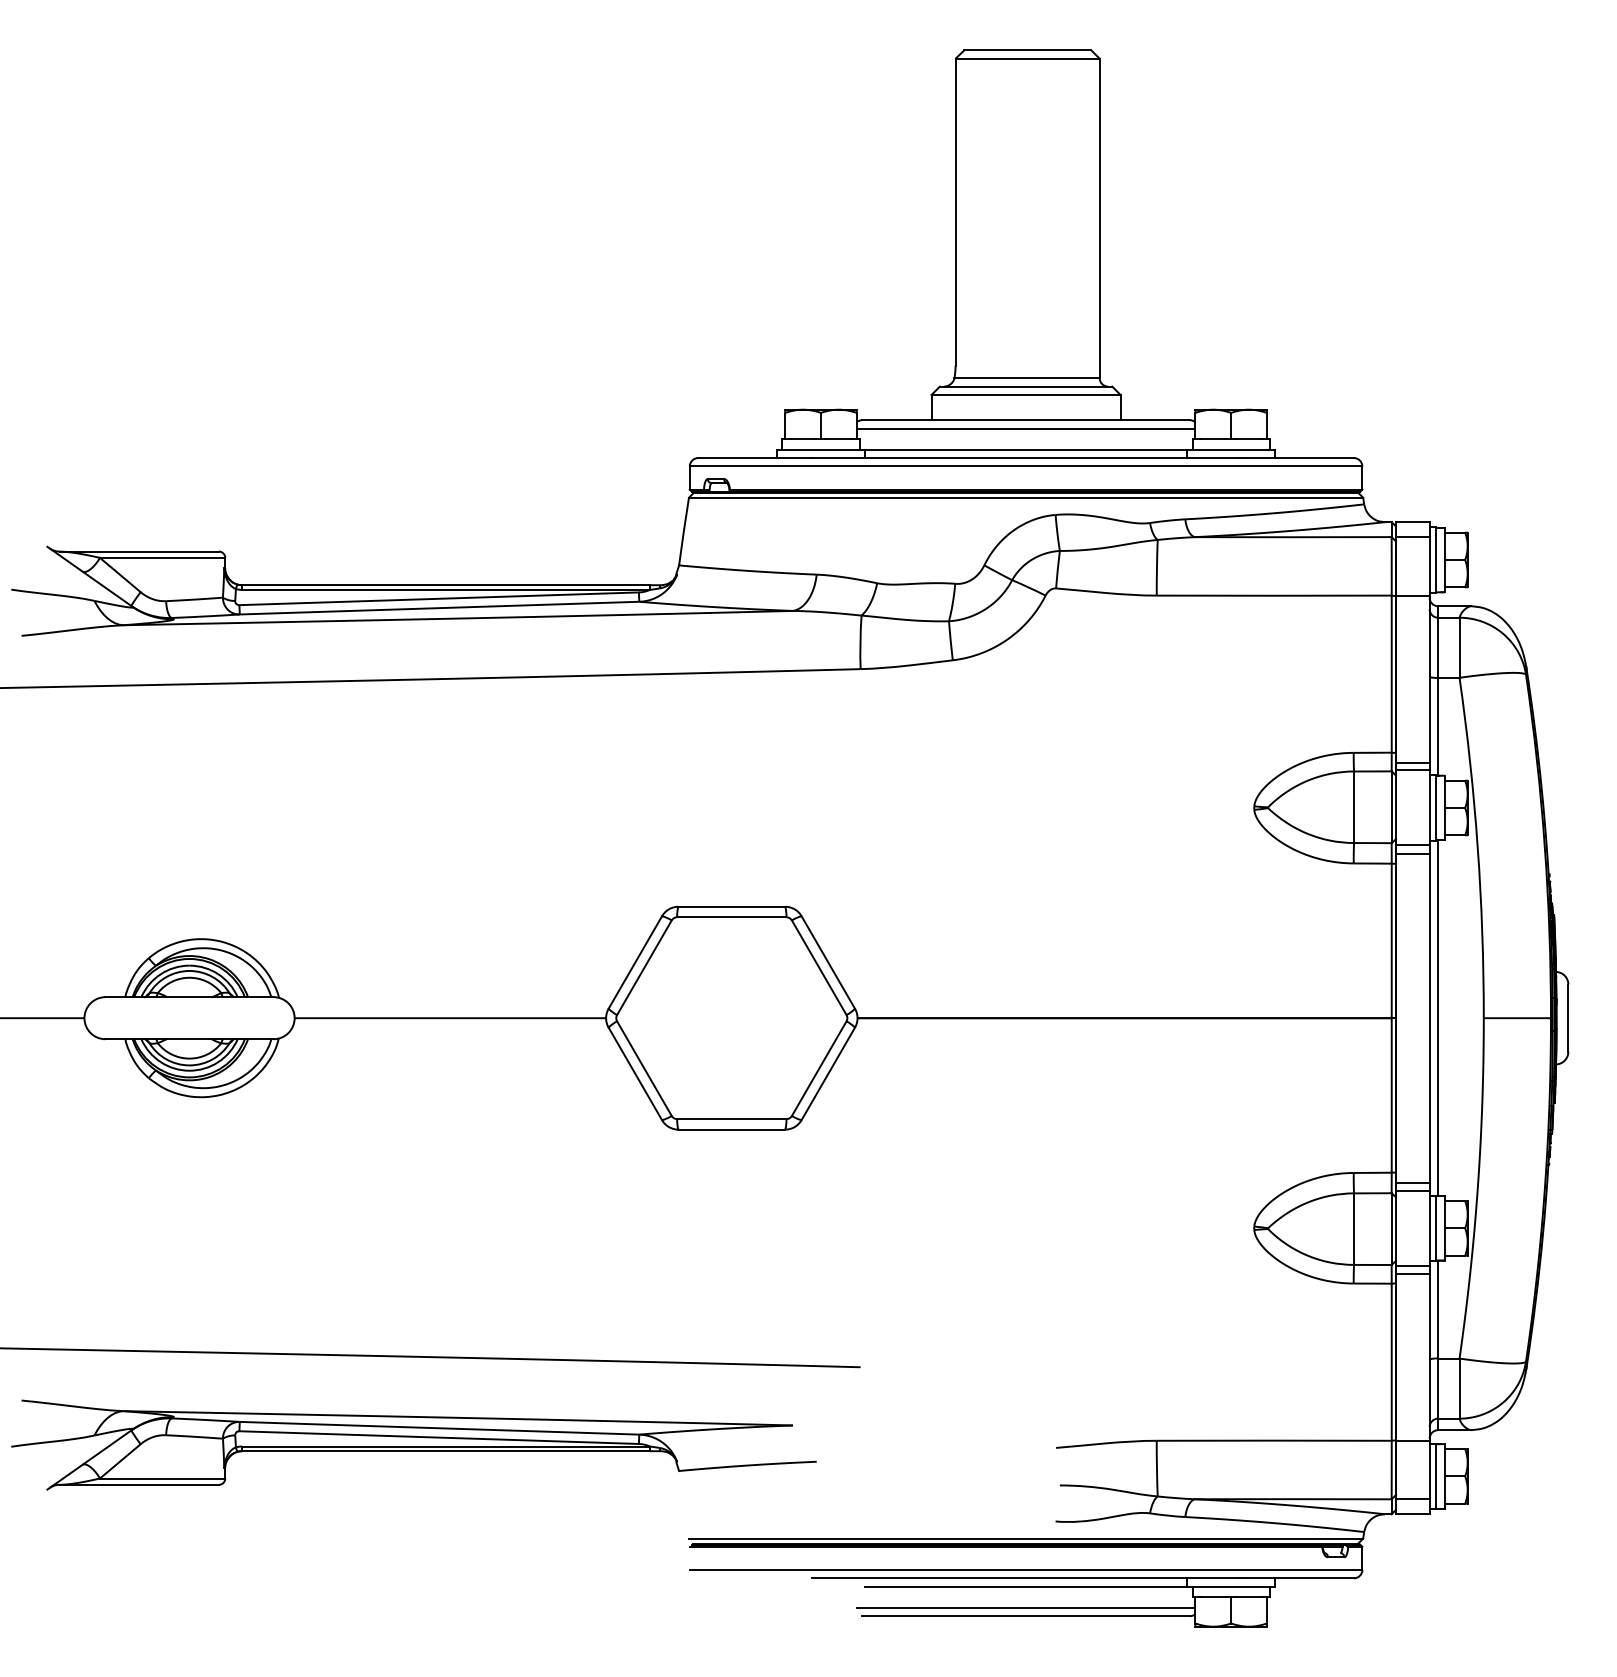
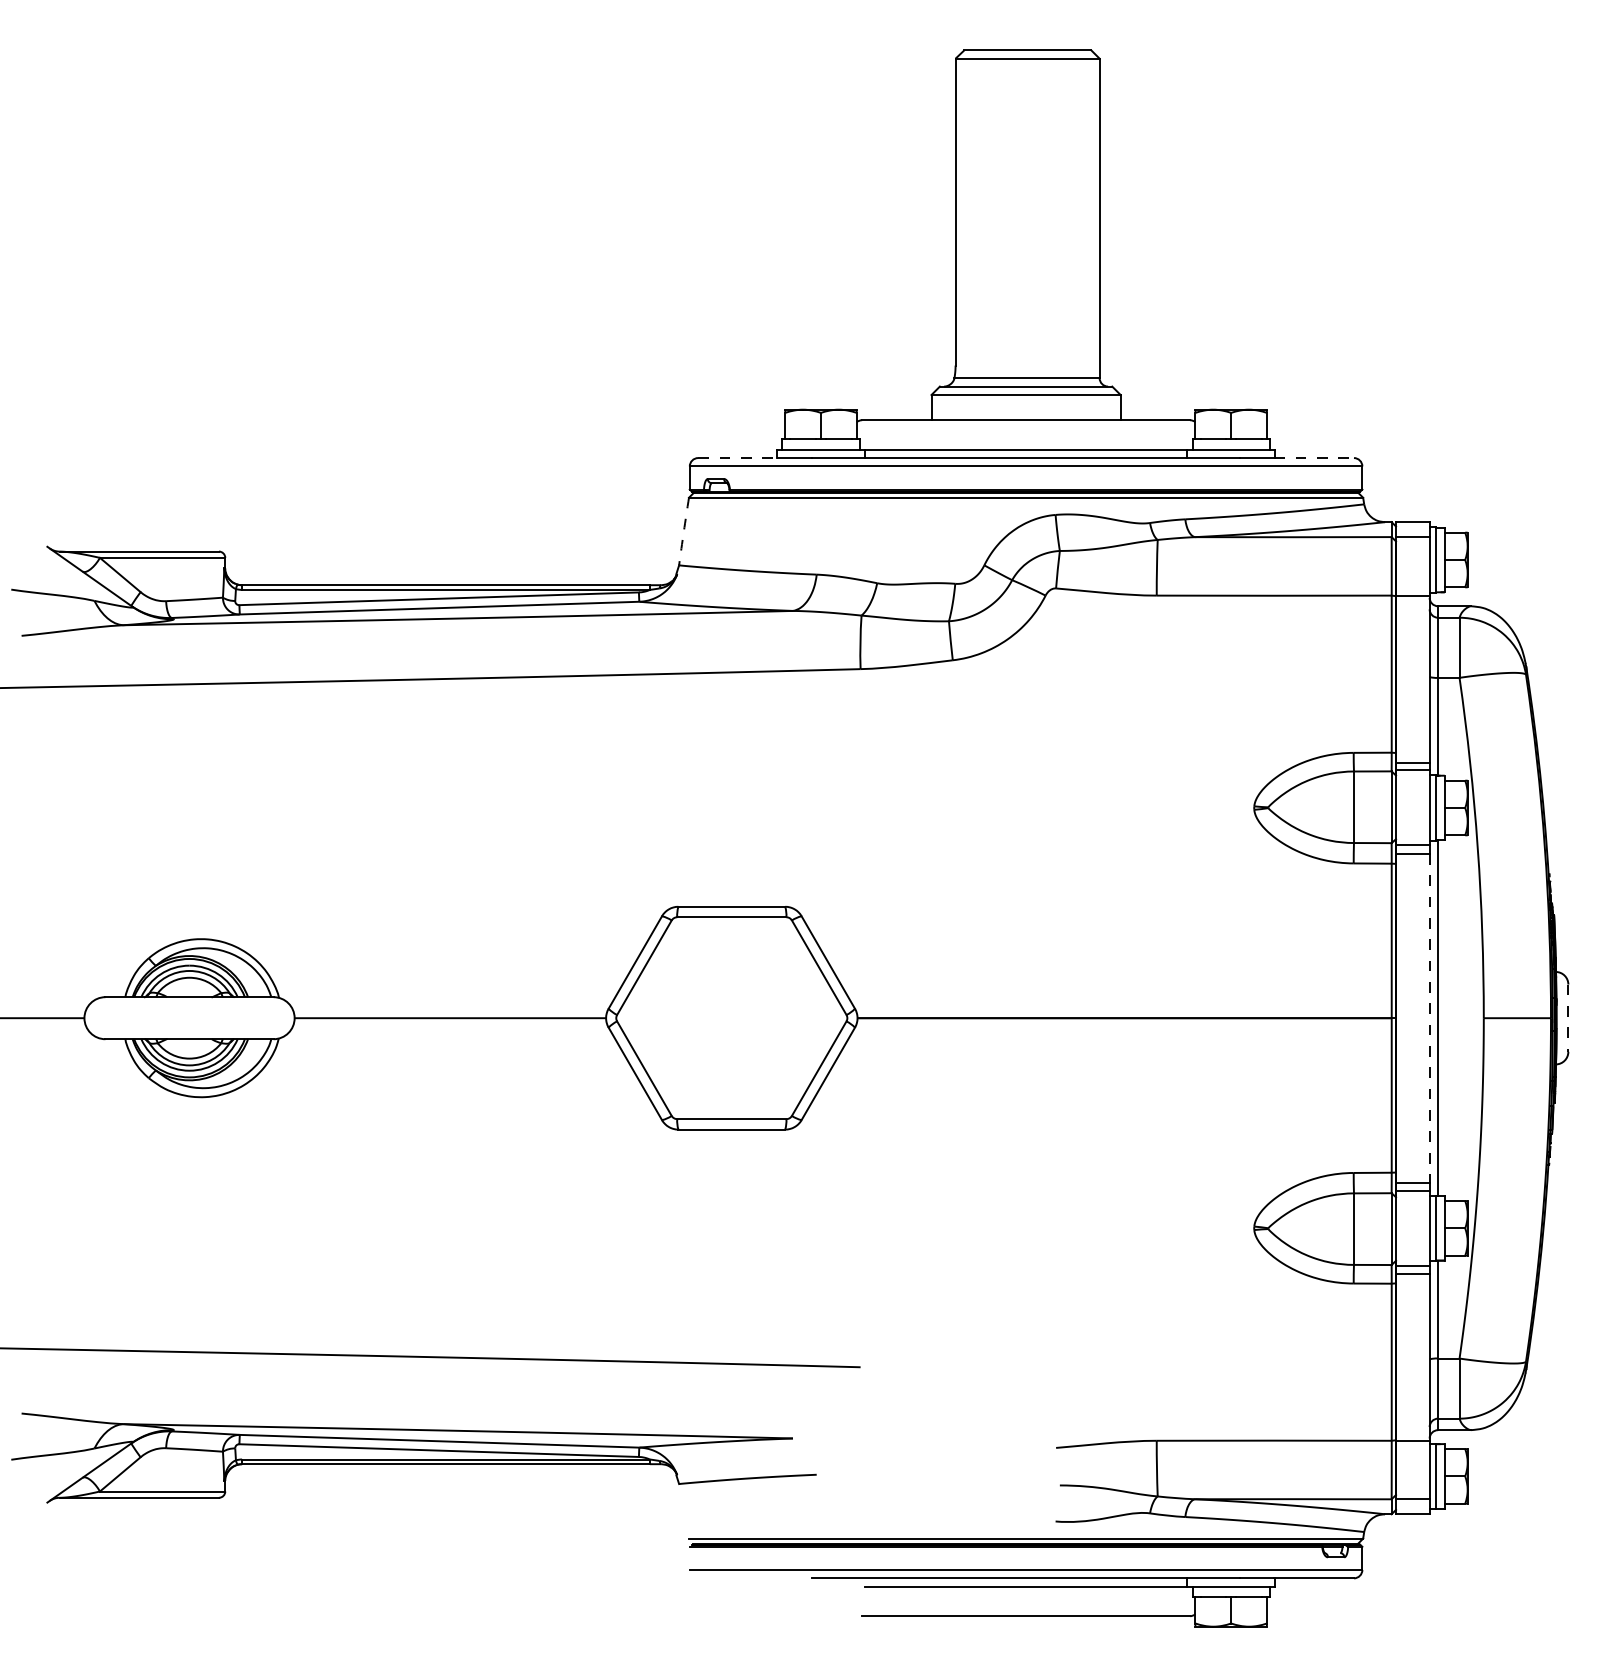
line at (1025, 428): present -> none
line at (737, 458): solid -> dashed
line at (1314, 458): solid -> dashed
arc at (683, 531): solid -> dashed
line at (1429, 1018): solid -> dashed
line at (1568, 1018): solid -> dashed
part at (413, 1444) position: (413, 1444) -> (413, 1457)
line at (1025, 1607): present -> none
